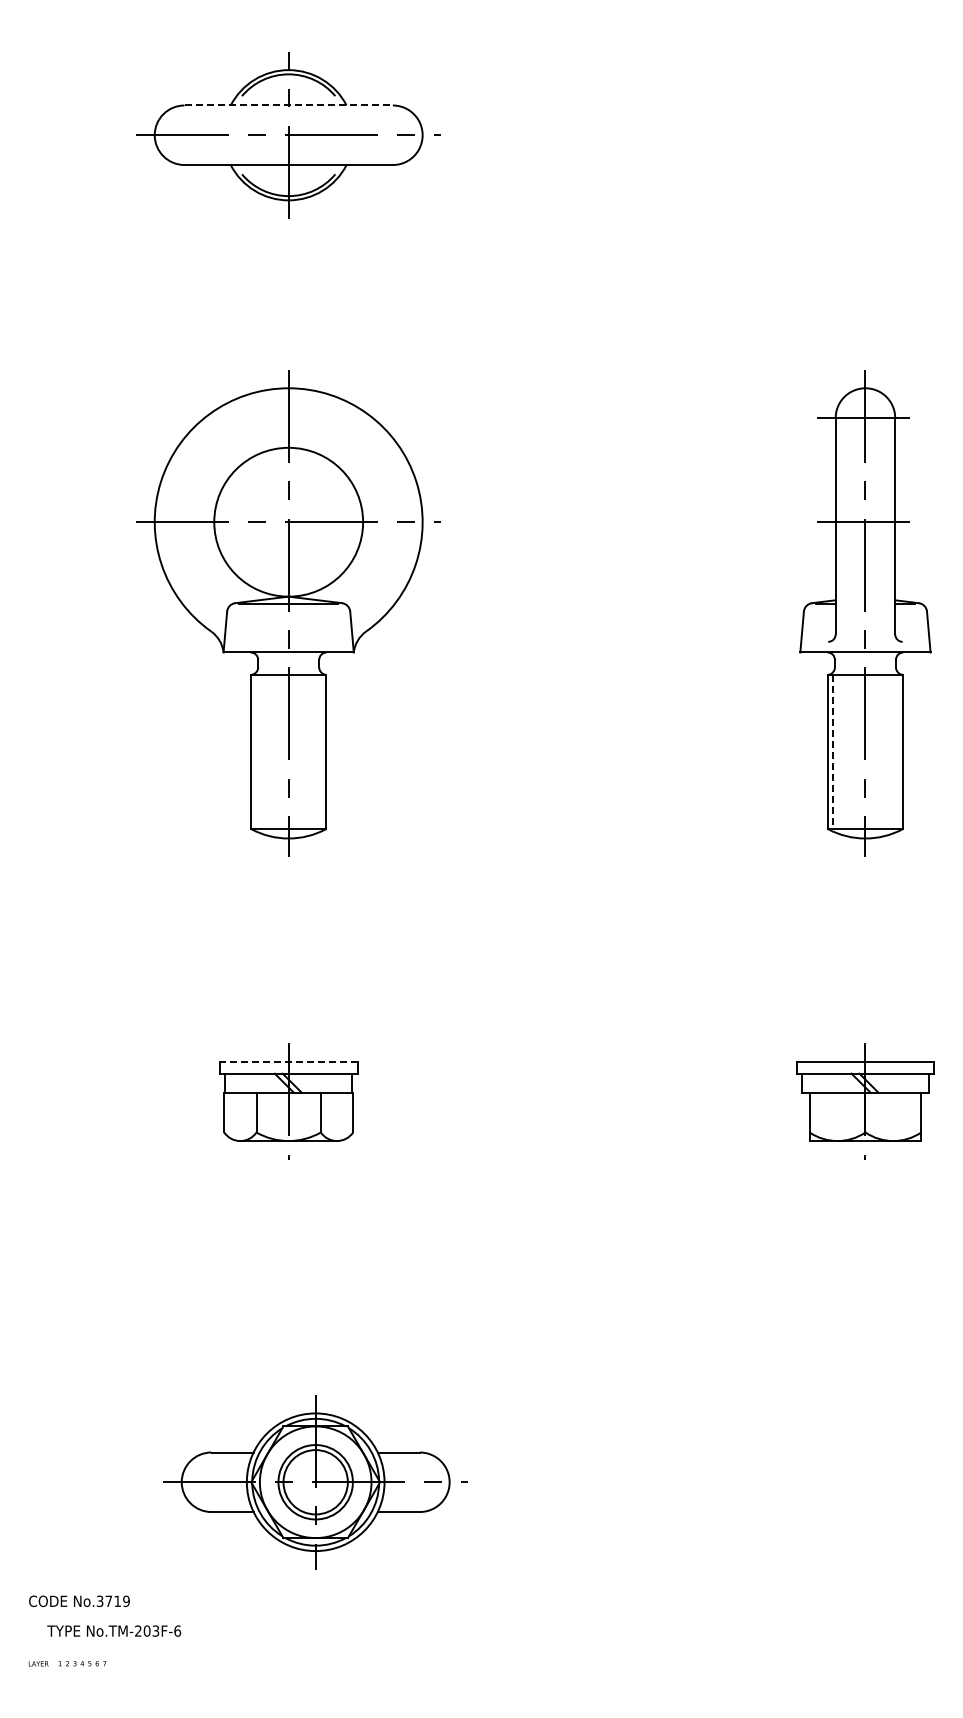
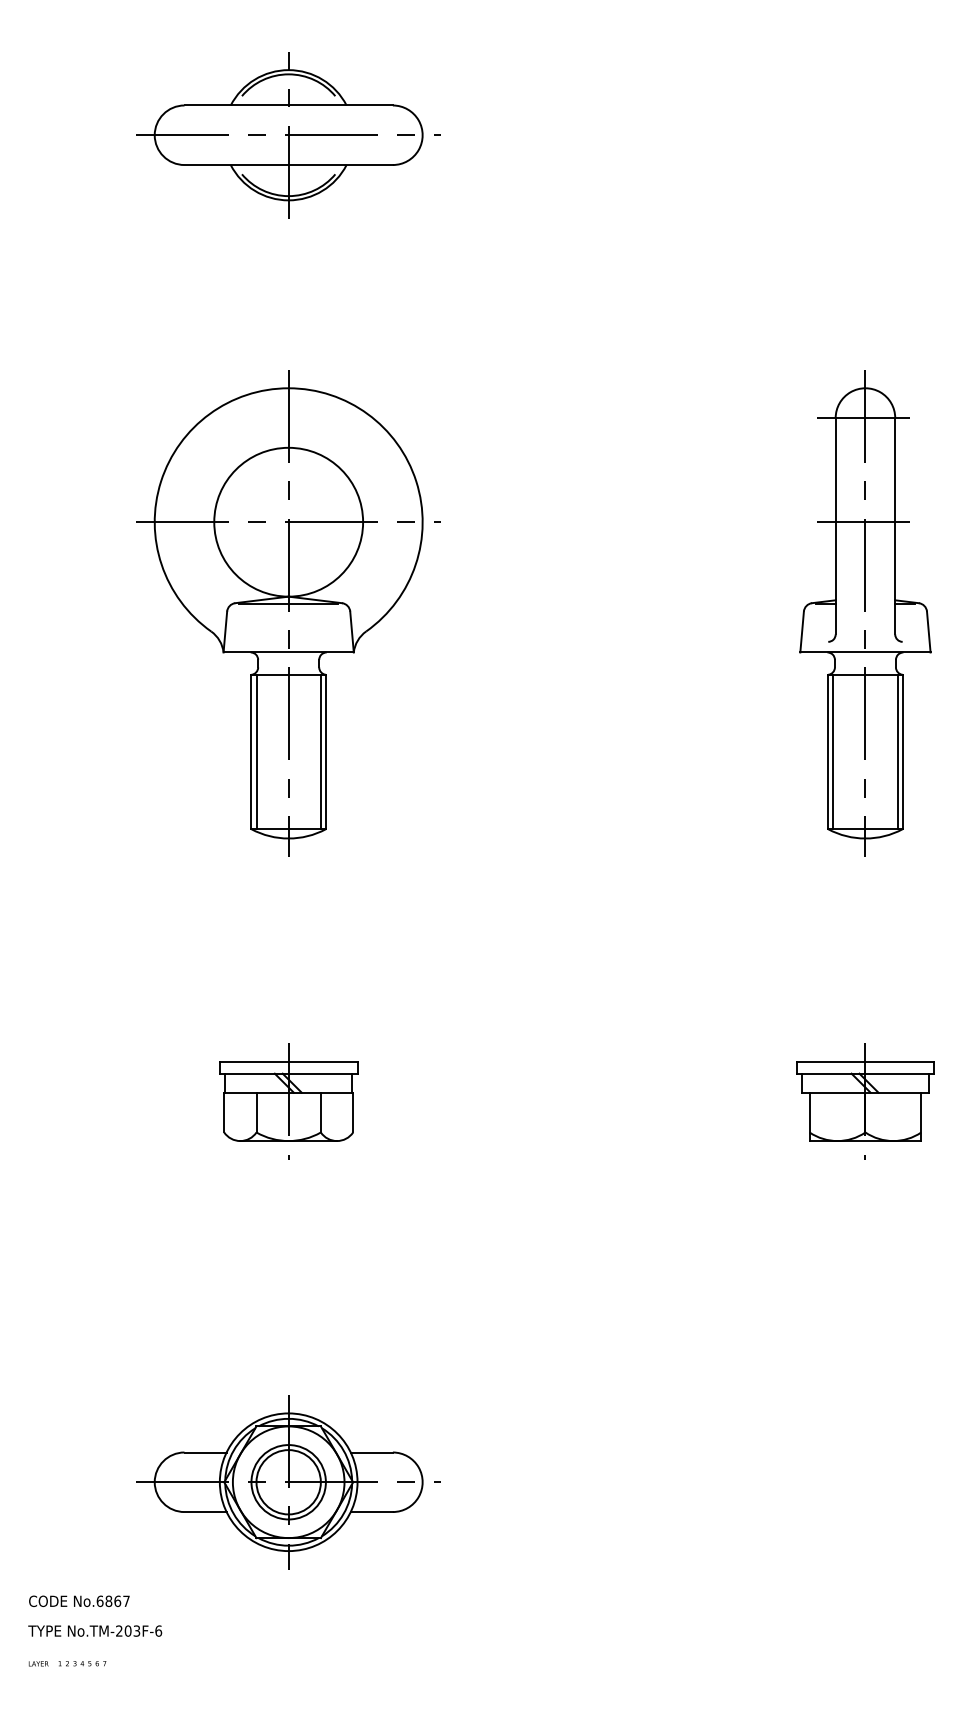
line at (289, 105): dashed -> solid
line at (256, 751): none -> present
line at (320, 751): none -> present
line at (897, 751): none -> present
line at (833, 752): dashed -> solid
line at (288, 1061): dashed -> solid
part at (315, 1482) position: (315, 1482) -> (288, 1482)
text at (112, 1601): No.3719 -> No.6867
text at (114, 1630) position: (114, 1630) -> (95, 1630)
